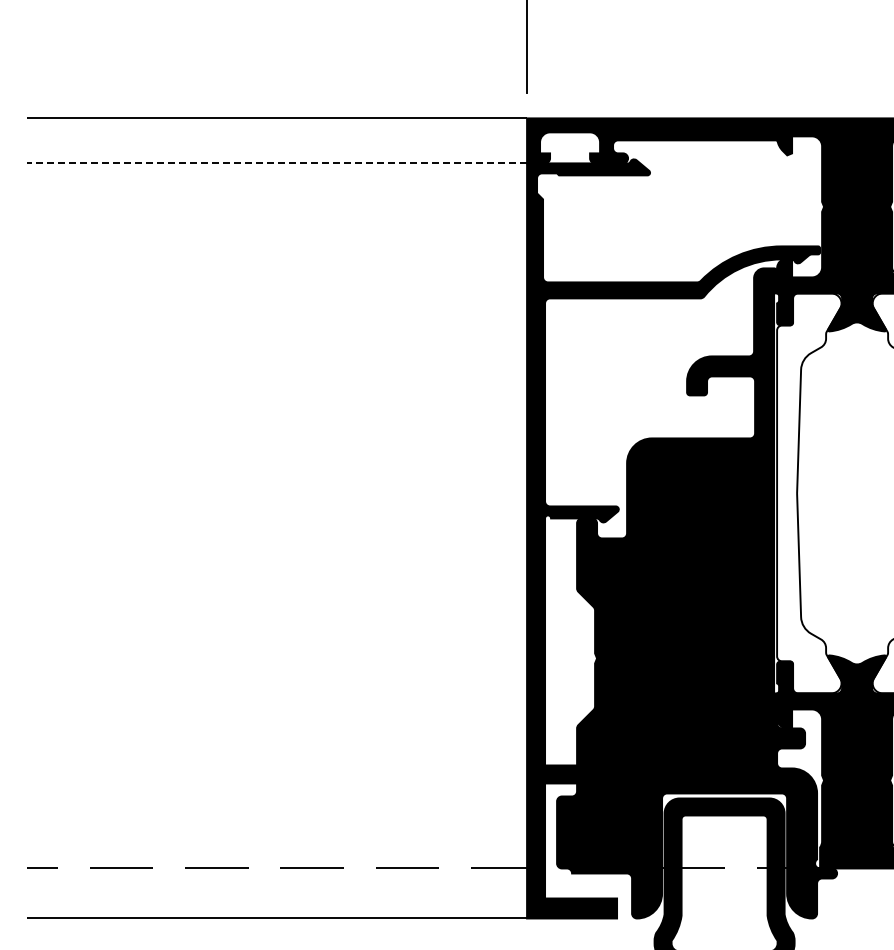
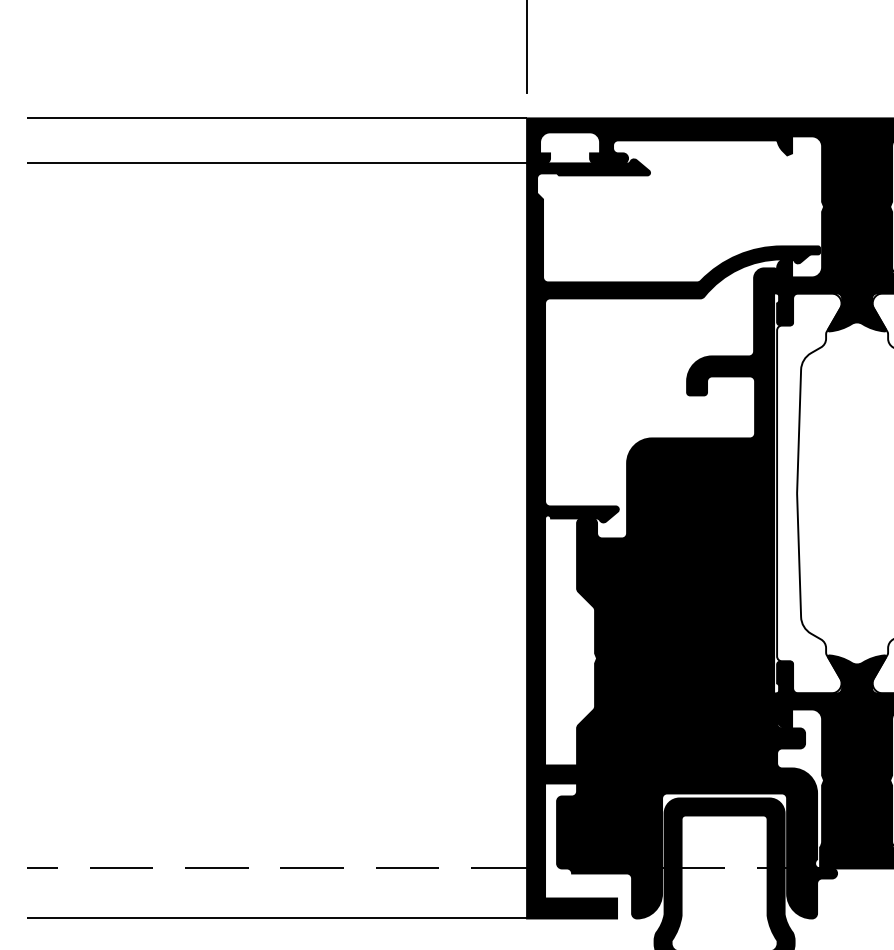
line at (276, 163): dashed -> solid
